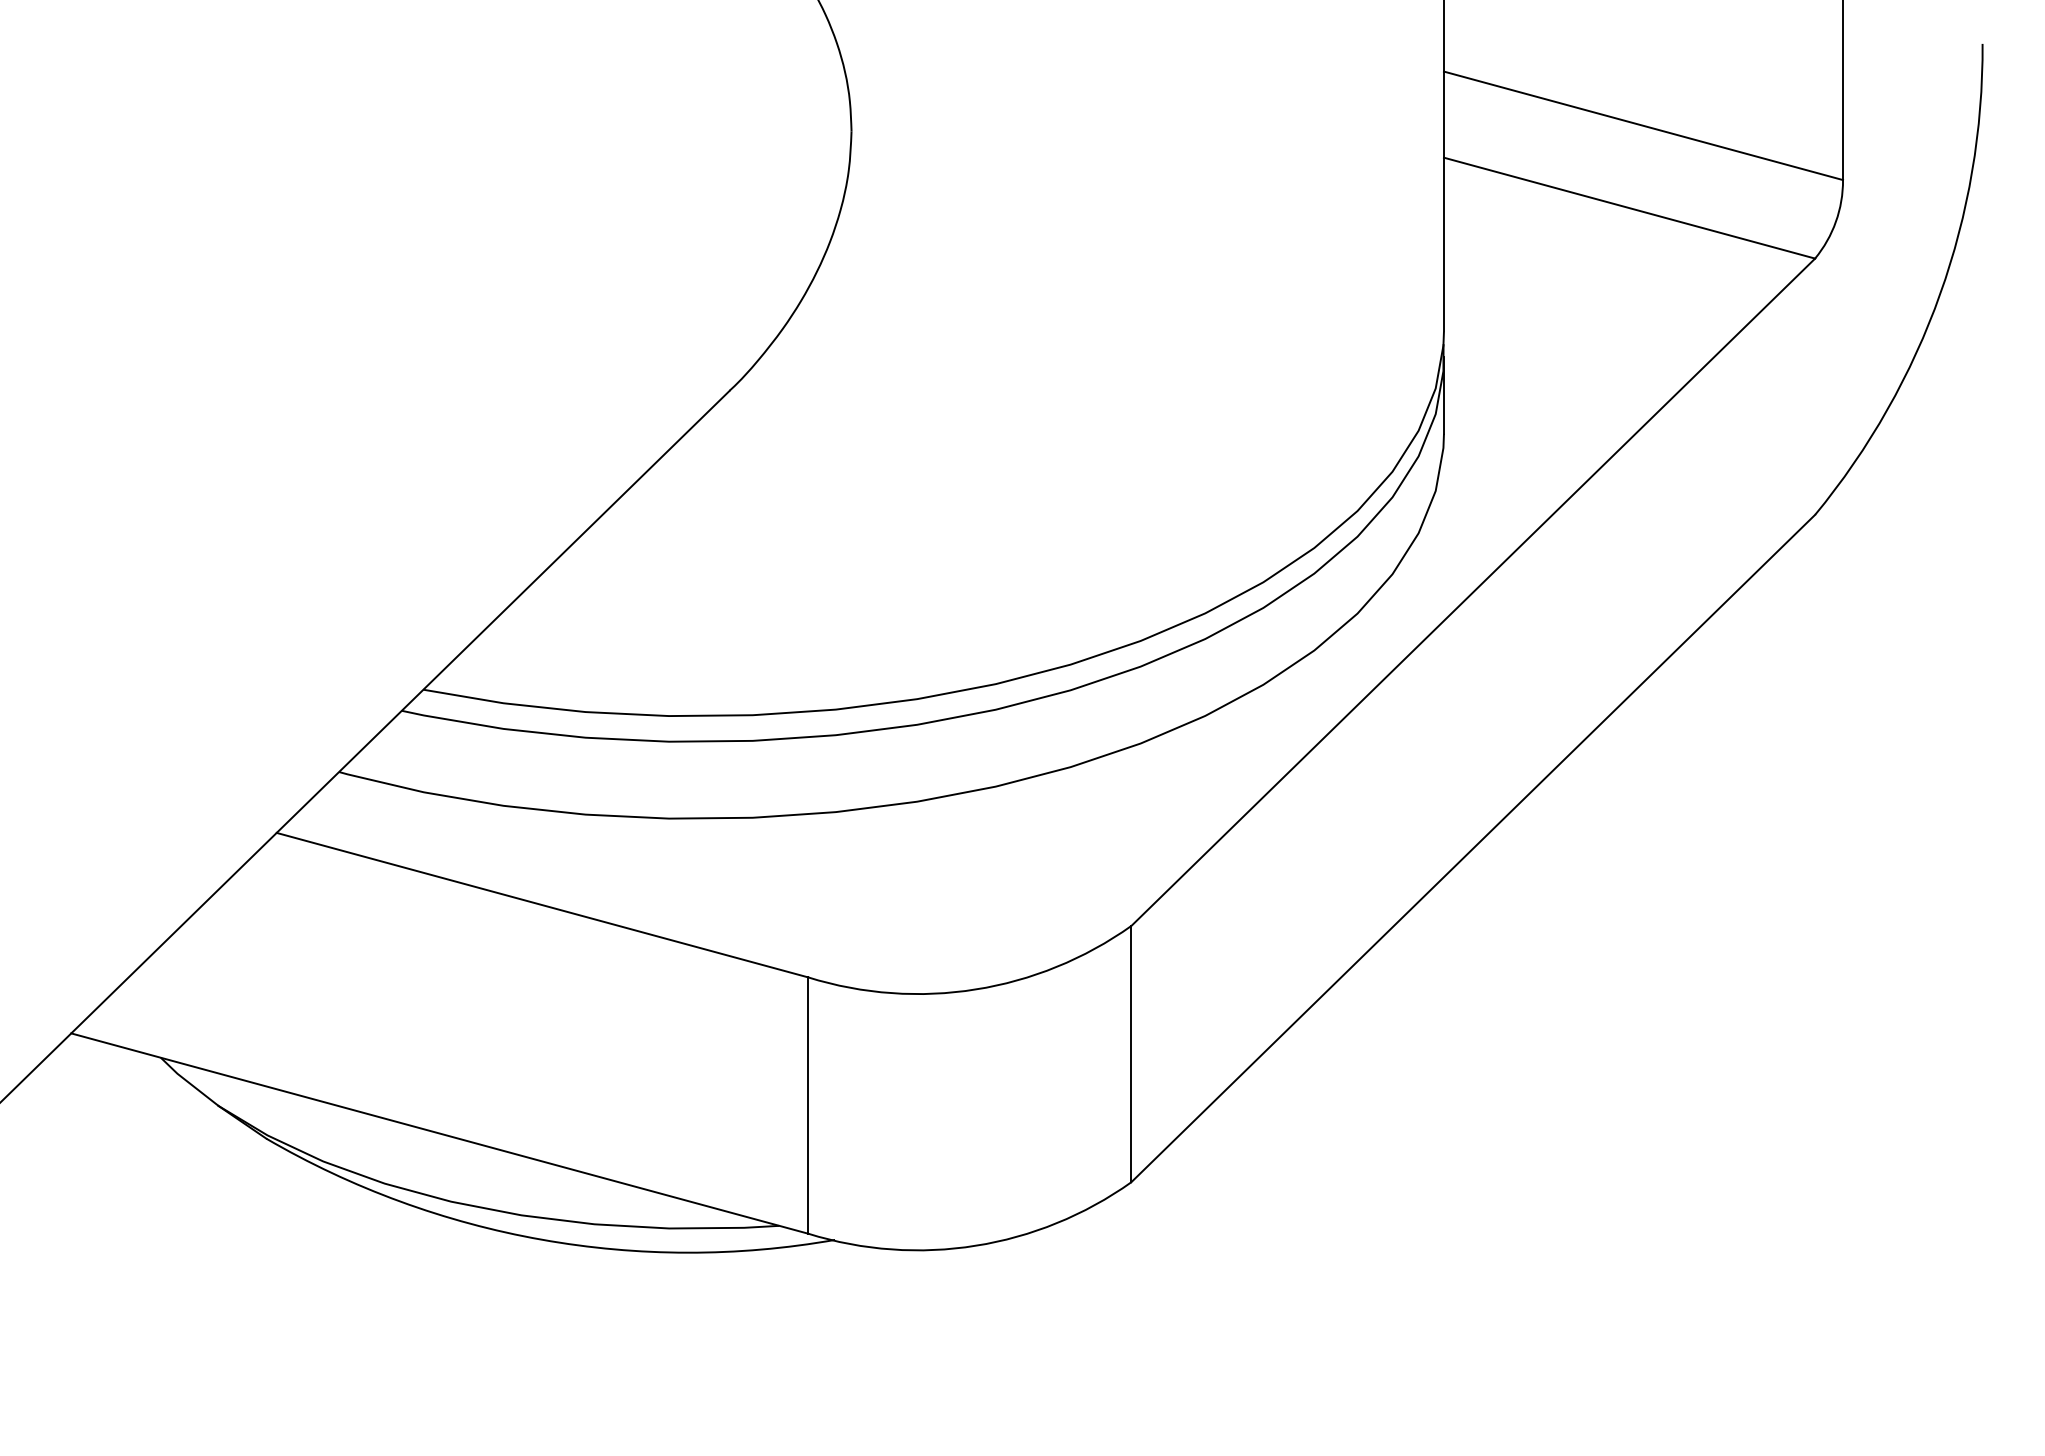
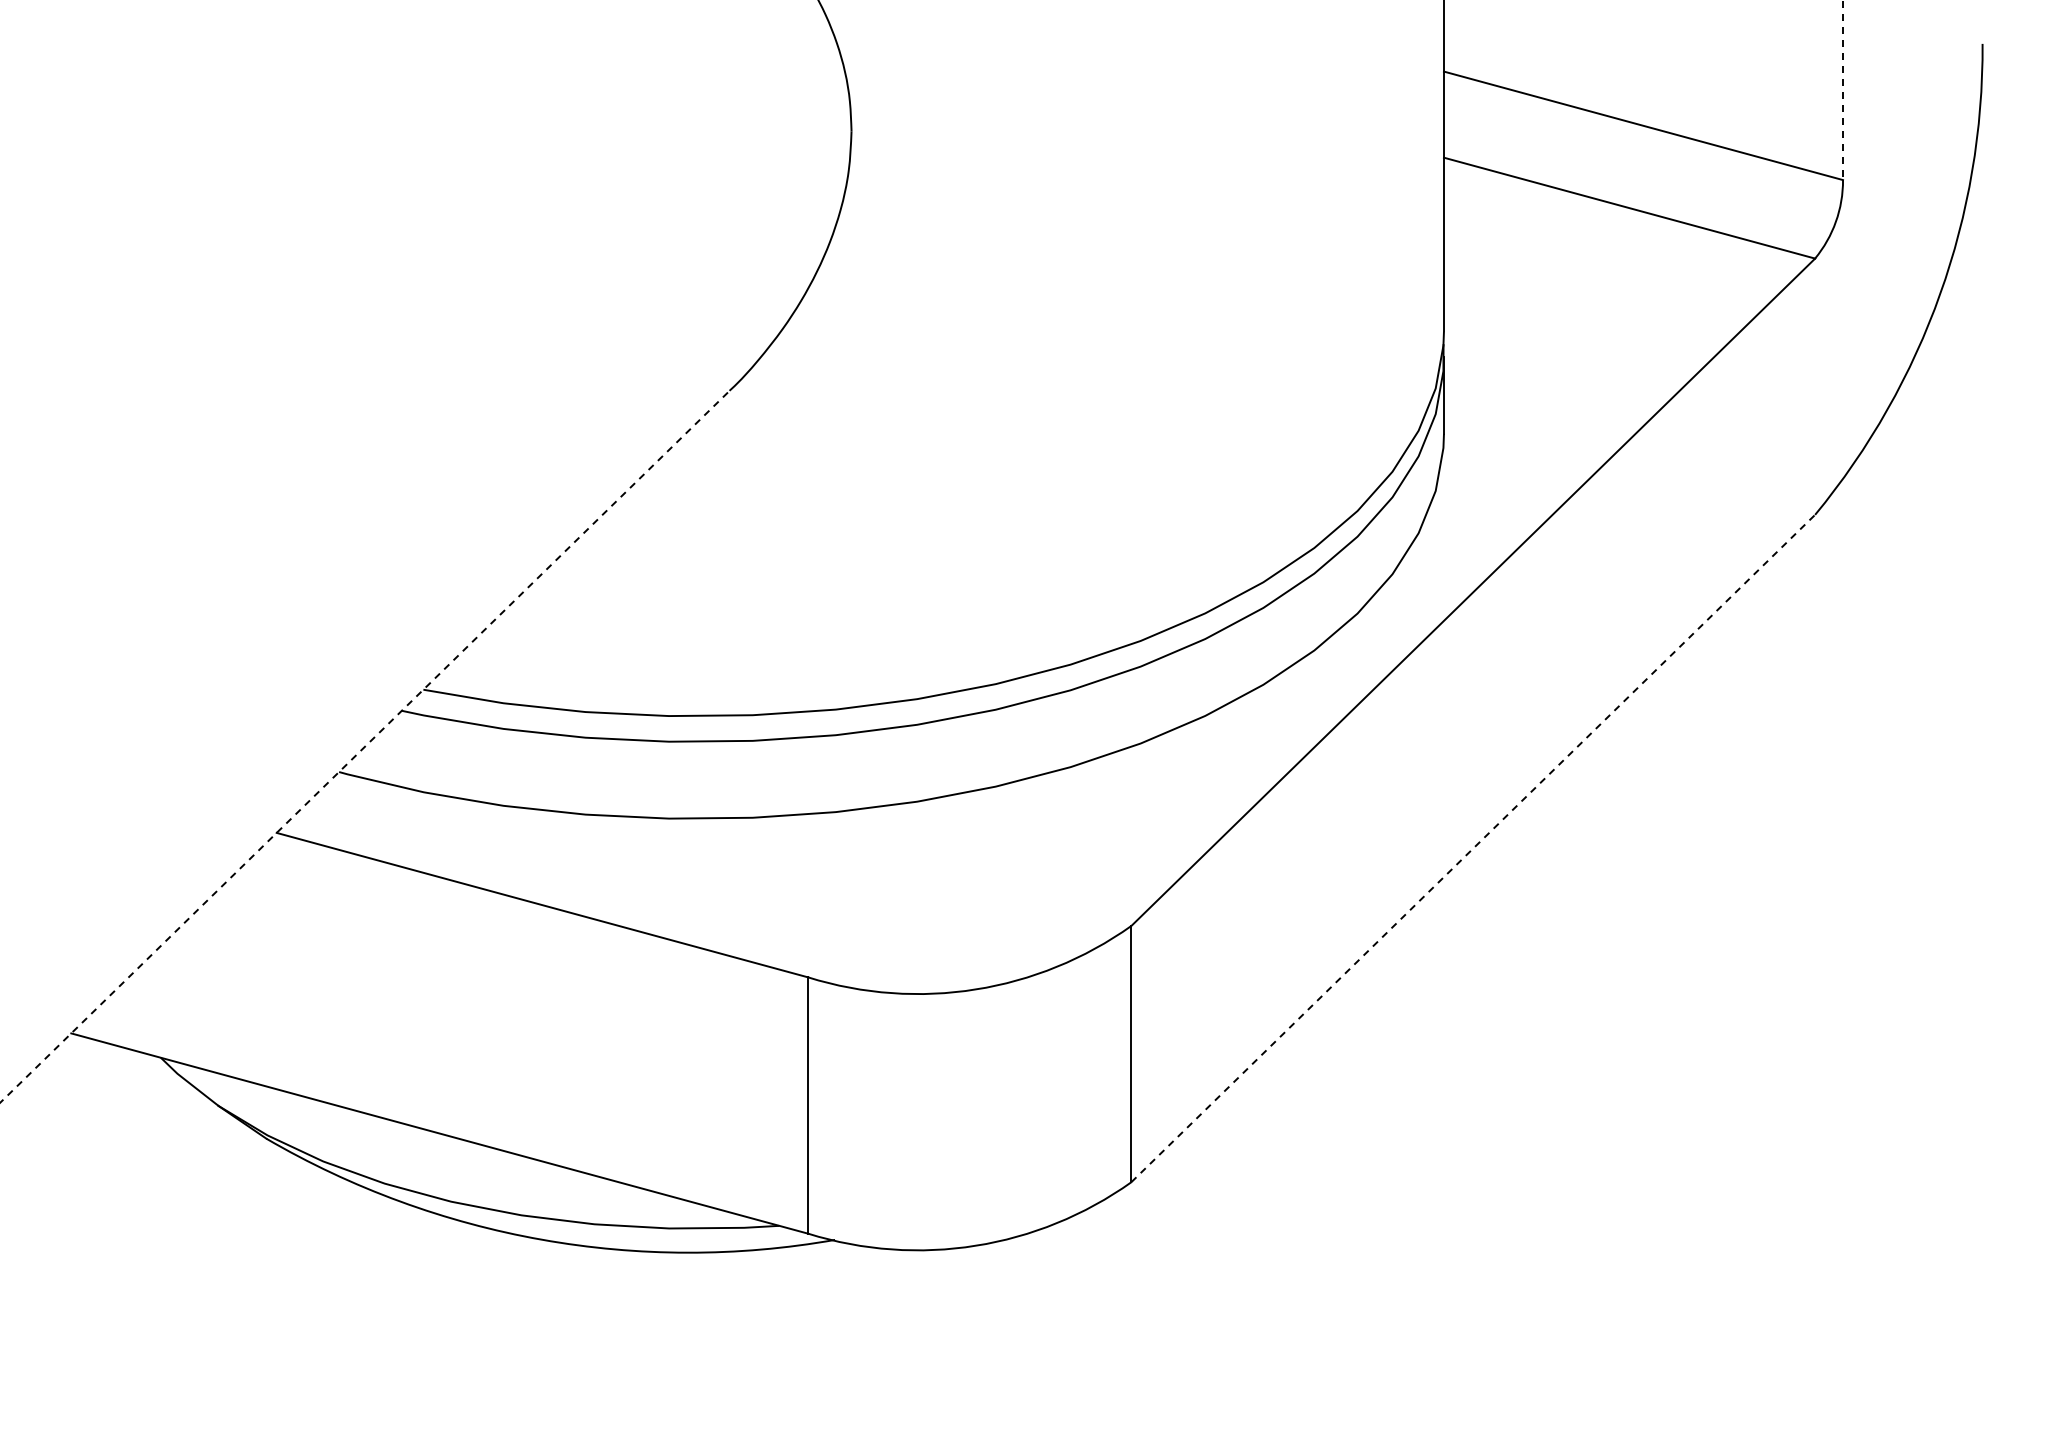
line at (1843, 90): solid -> dashed
line at (365, 746): solid -> dashed
line at (1473, 848): solid -> dashed
